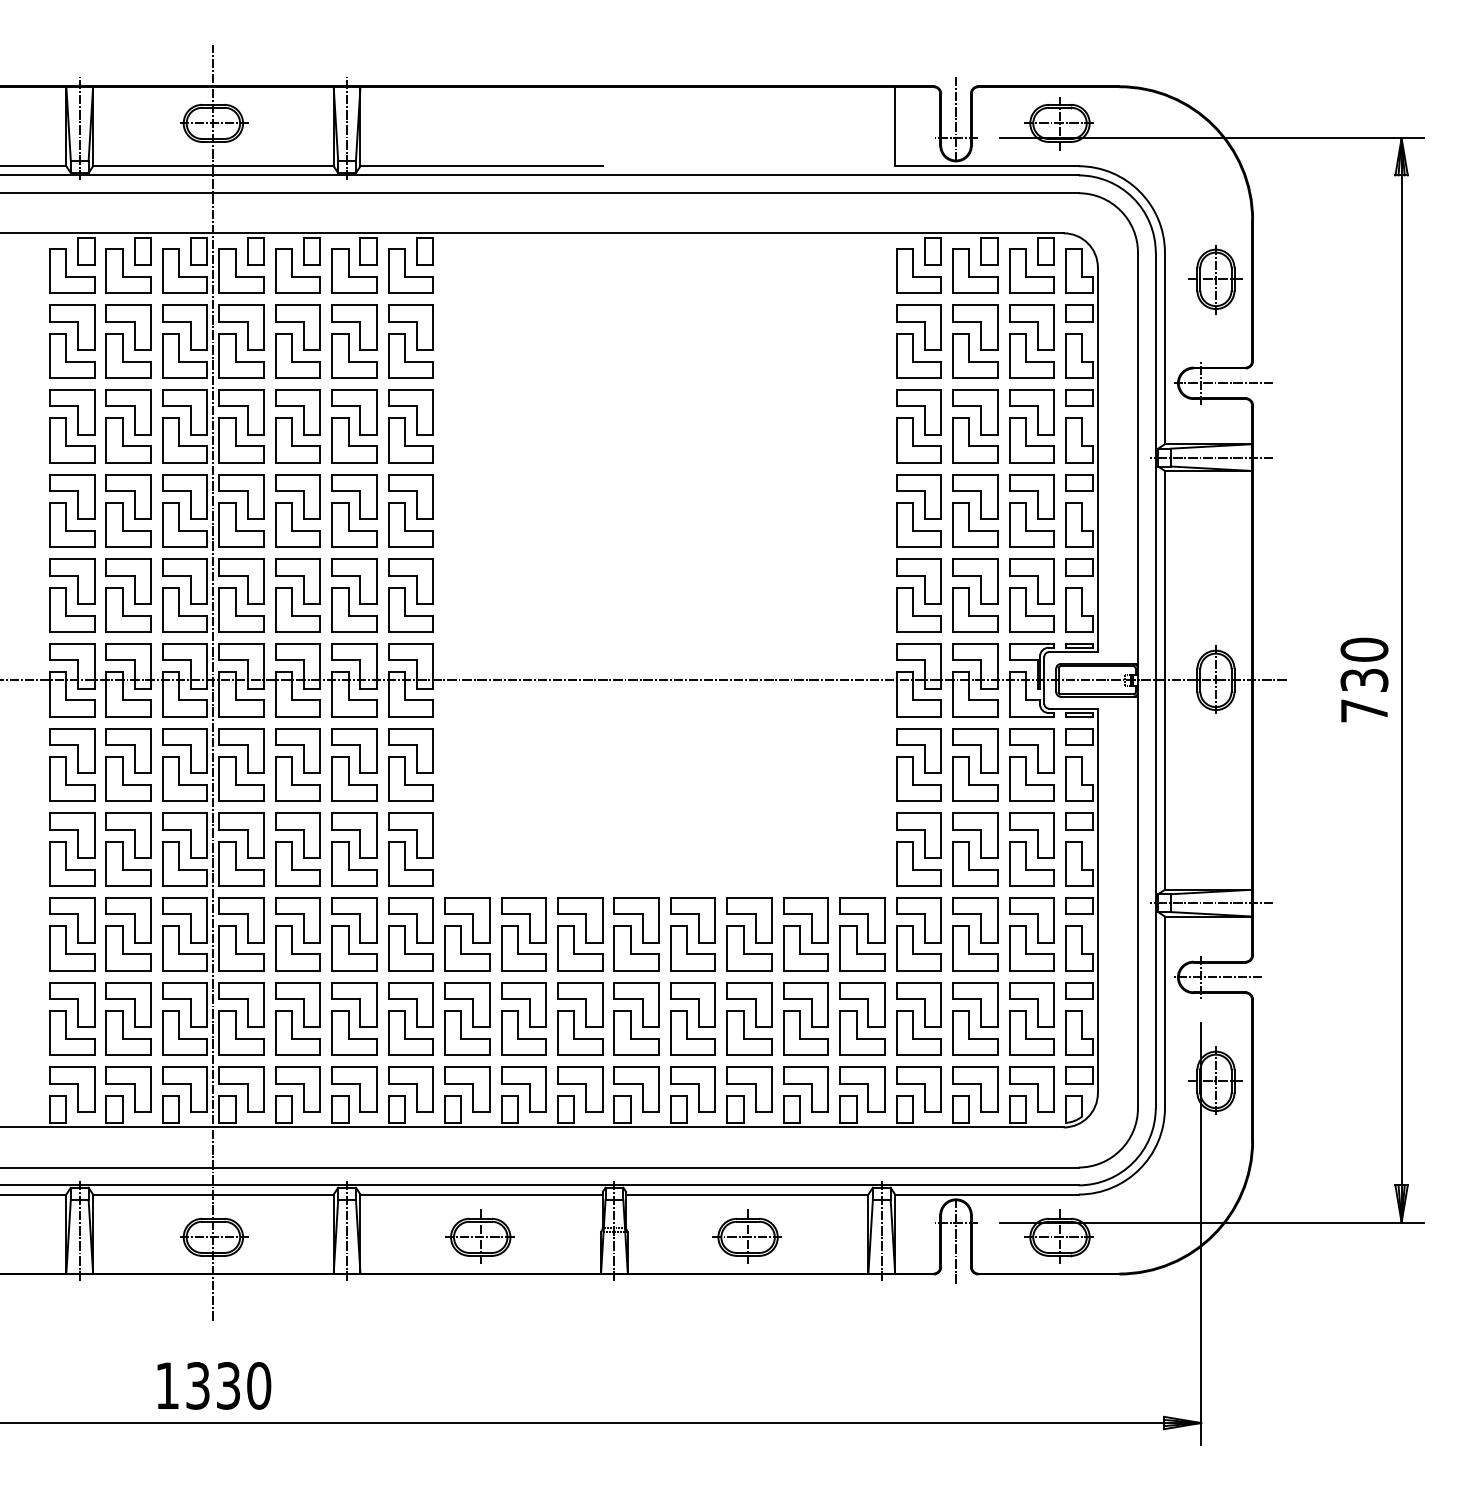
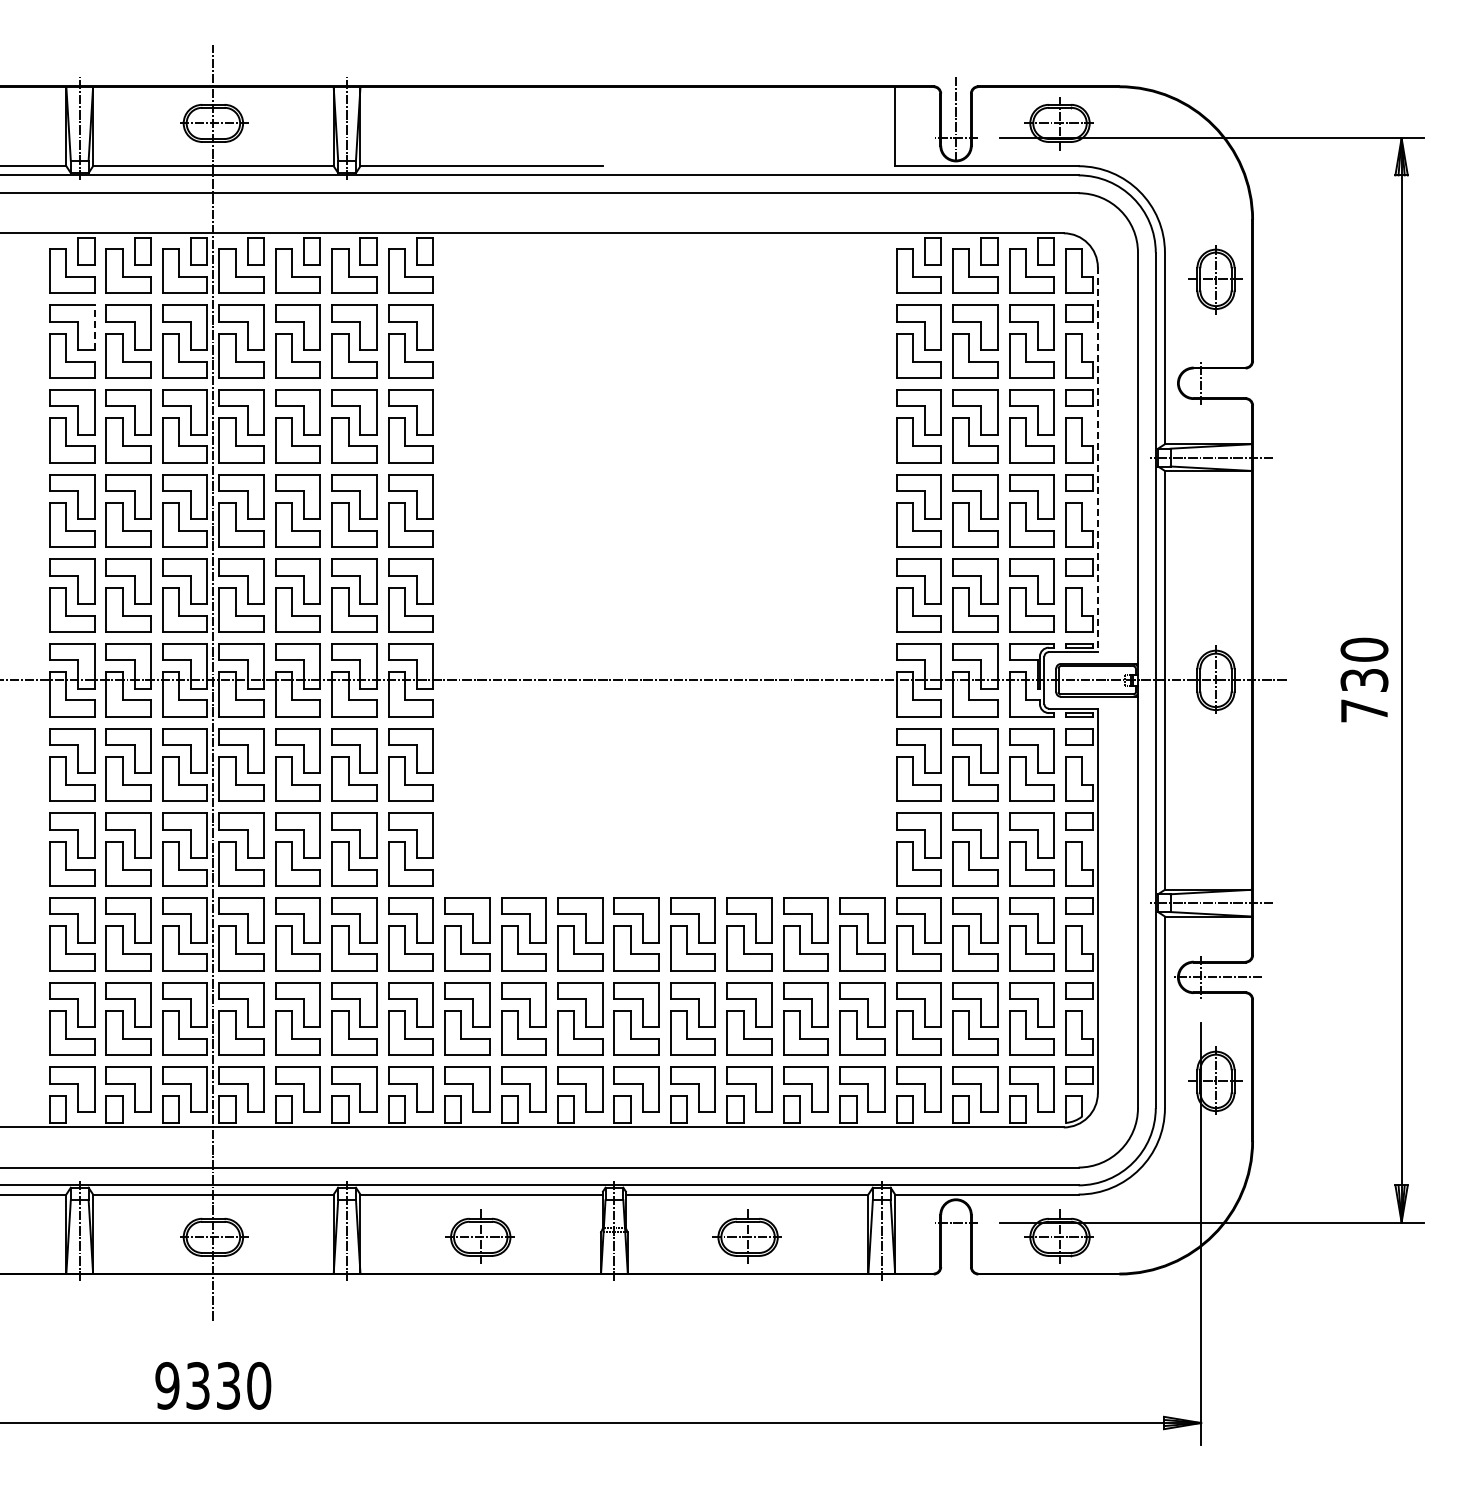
line at (94, 327): solid -> dashed
line at (1223, 383): present -> none
line at (1097, 460): solid -> dashed
line at (956, 1239): present -> none
text at (167, 1385): 1330 -> 9330
